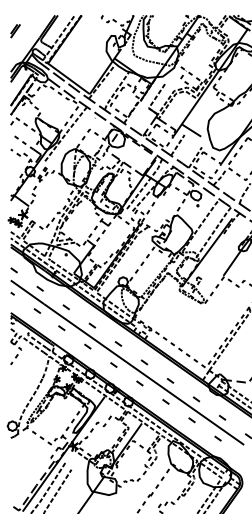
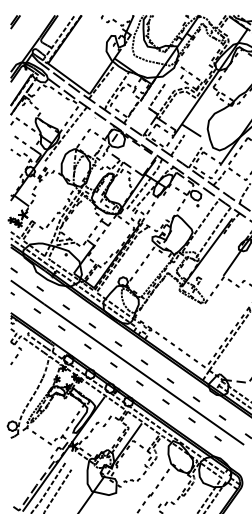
part at (15, 31) position: (15, 31) -> (15, 22)
